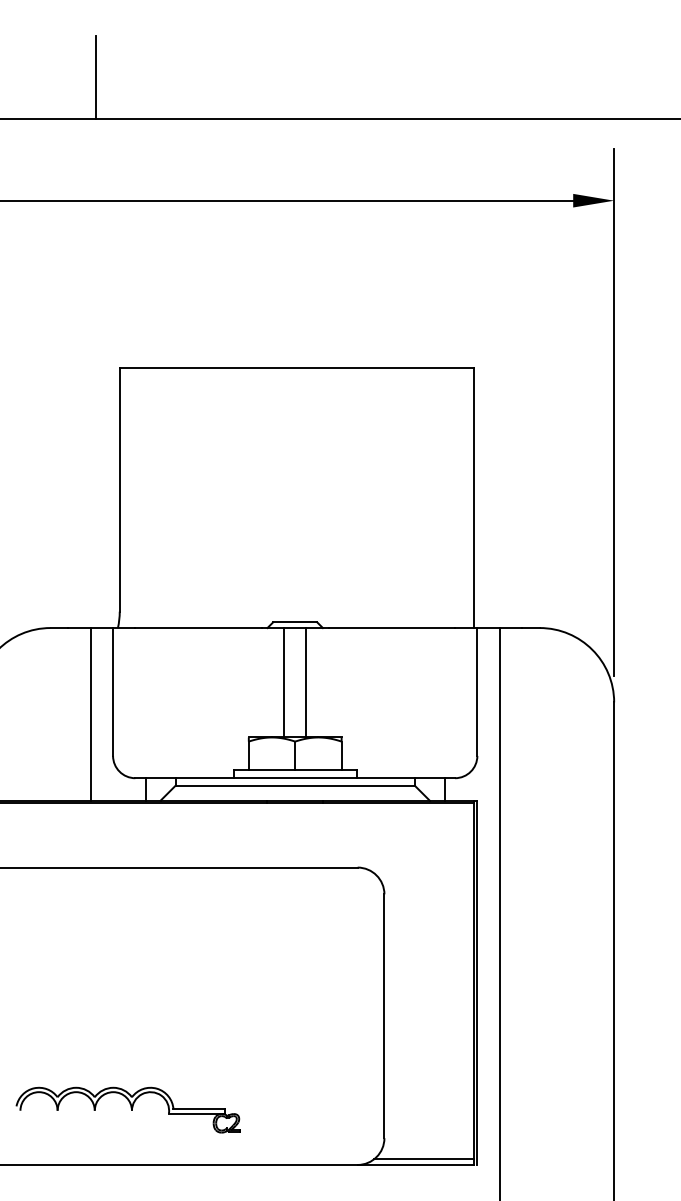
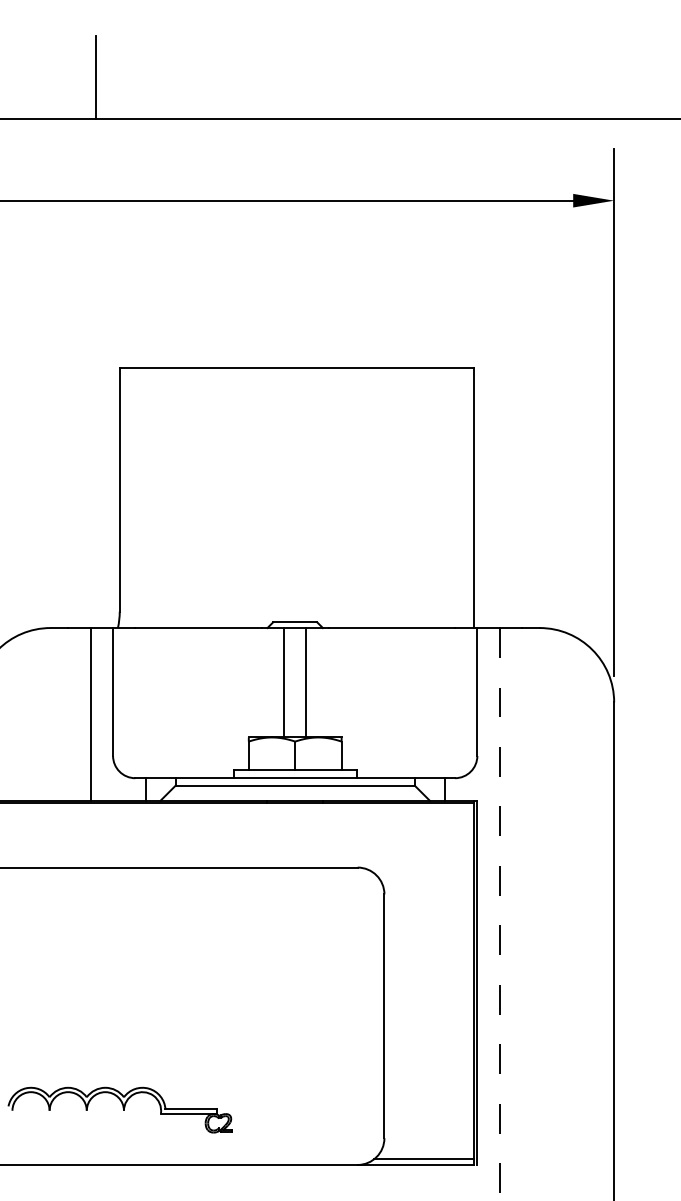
line at (499, 914): solid -> dashed
part at (127, 1109) position: (127, 1109) -> (119, 1109)
